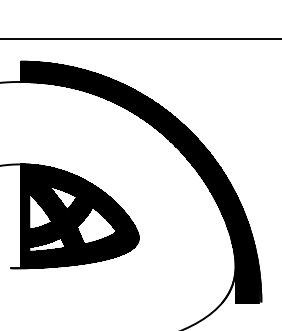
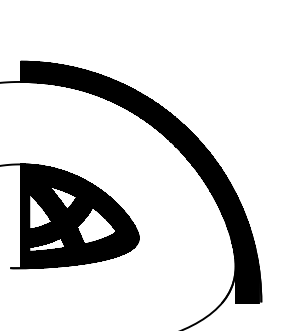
line at (140, 38): present -> none
